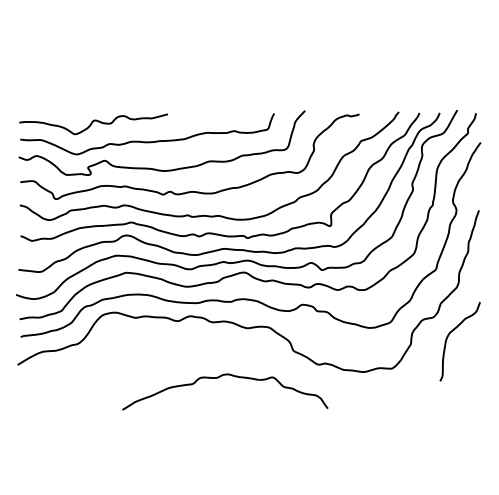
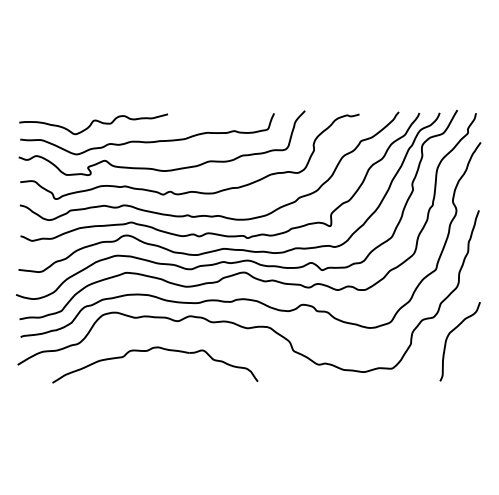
part at (218, 378) position: (218, 378) -> (148, 351)
